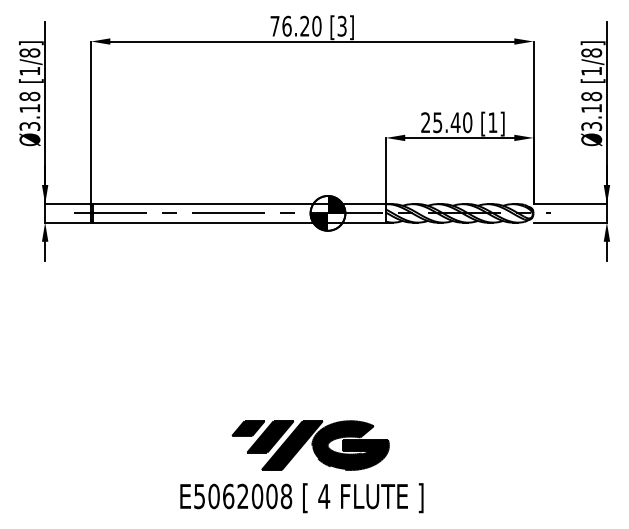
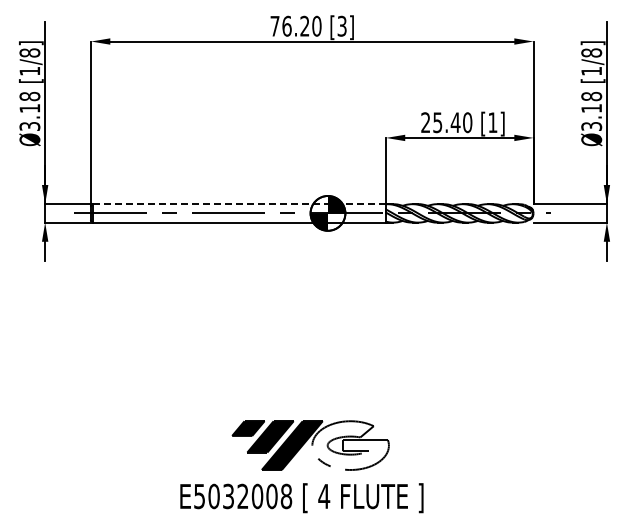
line at (239, 204): solid -> dashed
fill at (350, 445): present -> none
text at (228, 496): E5062008 -> E5032008
